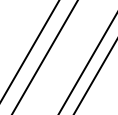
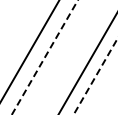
line at (44, 57): solid -> dashed
line at (95, 76): solid -> dashed
